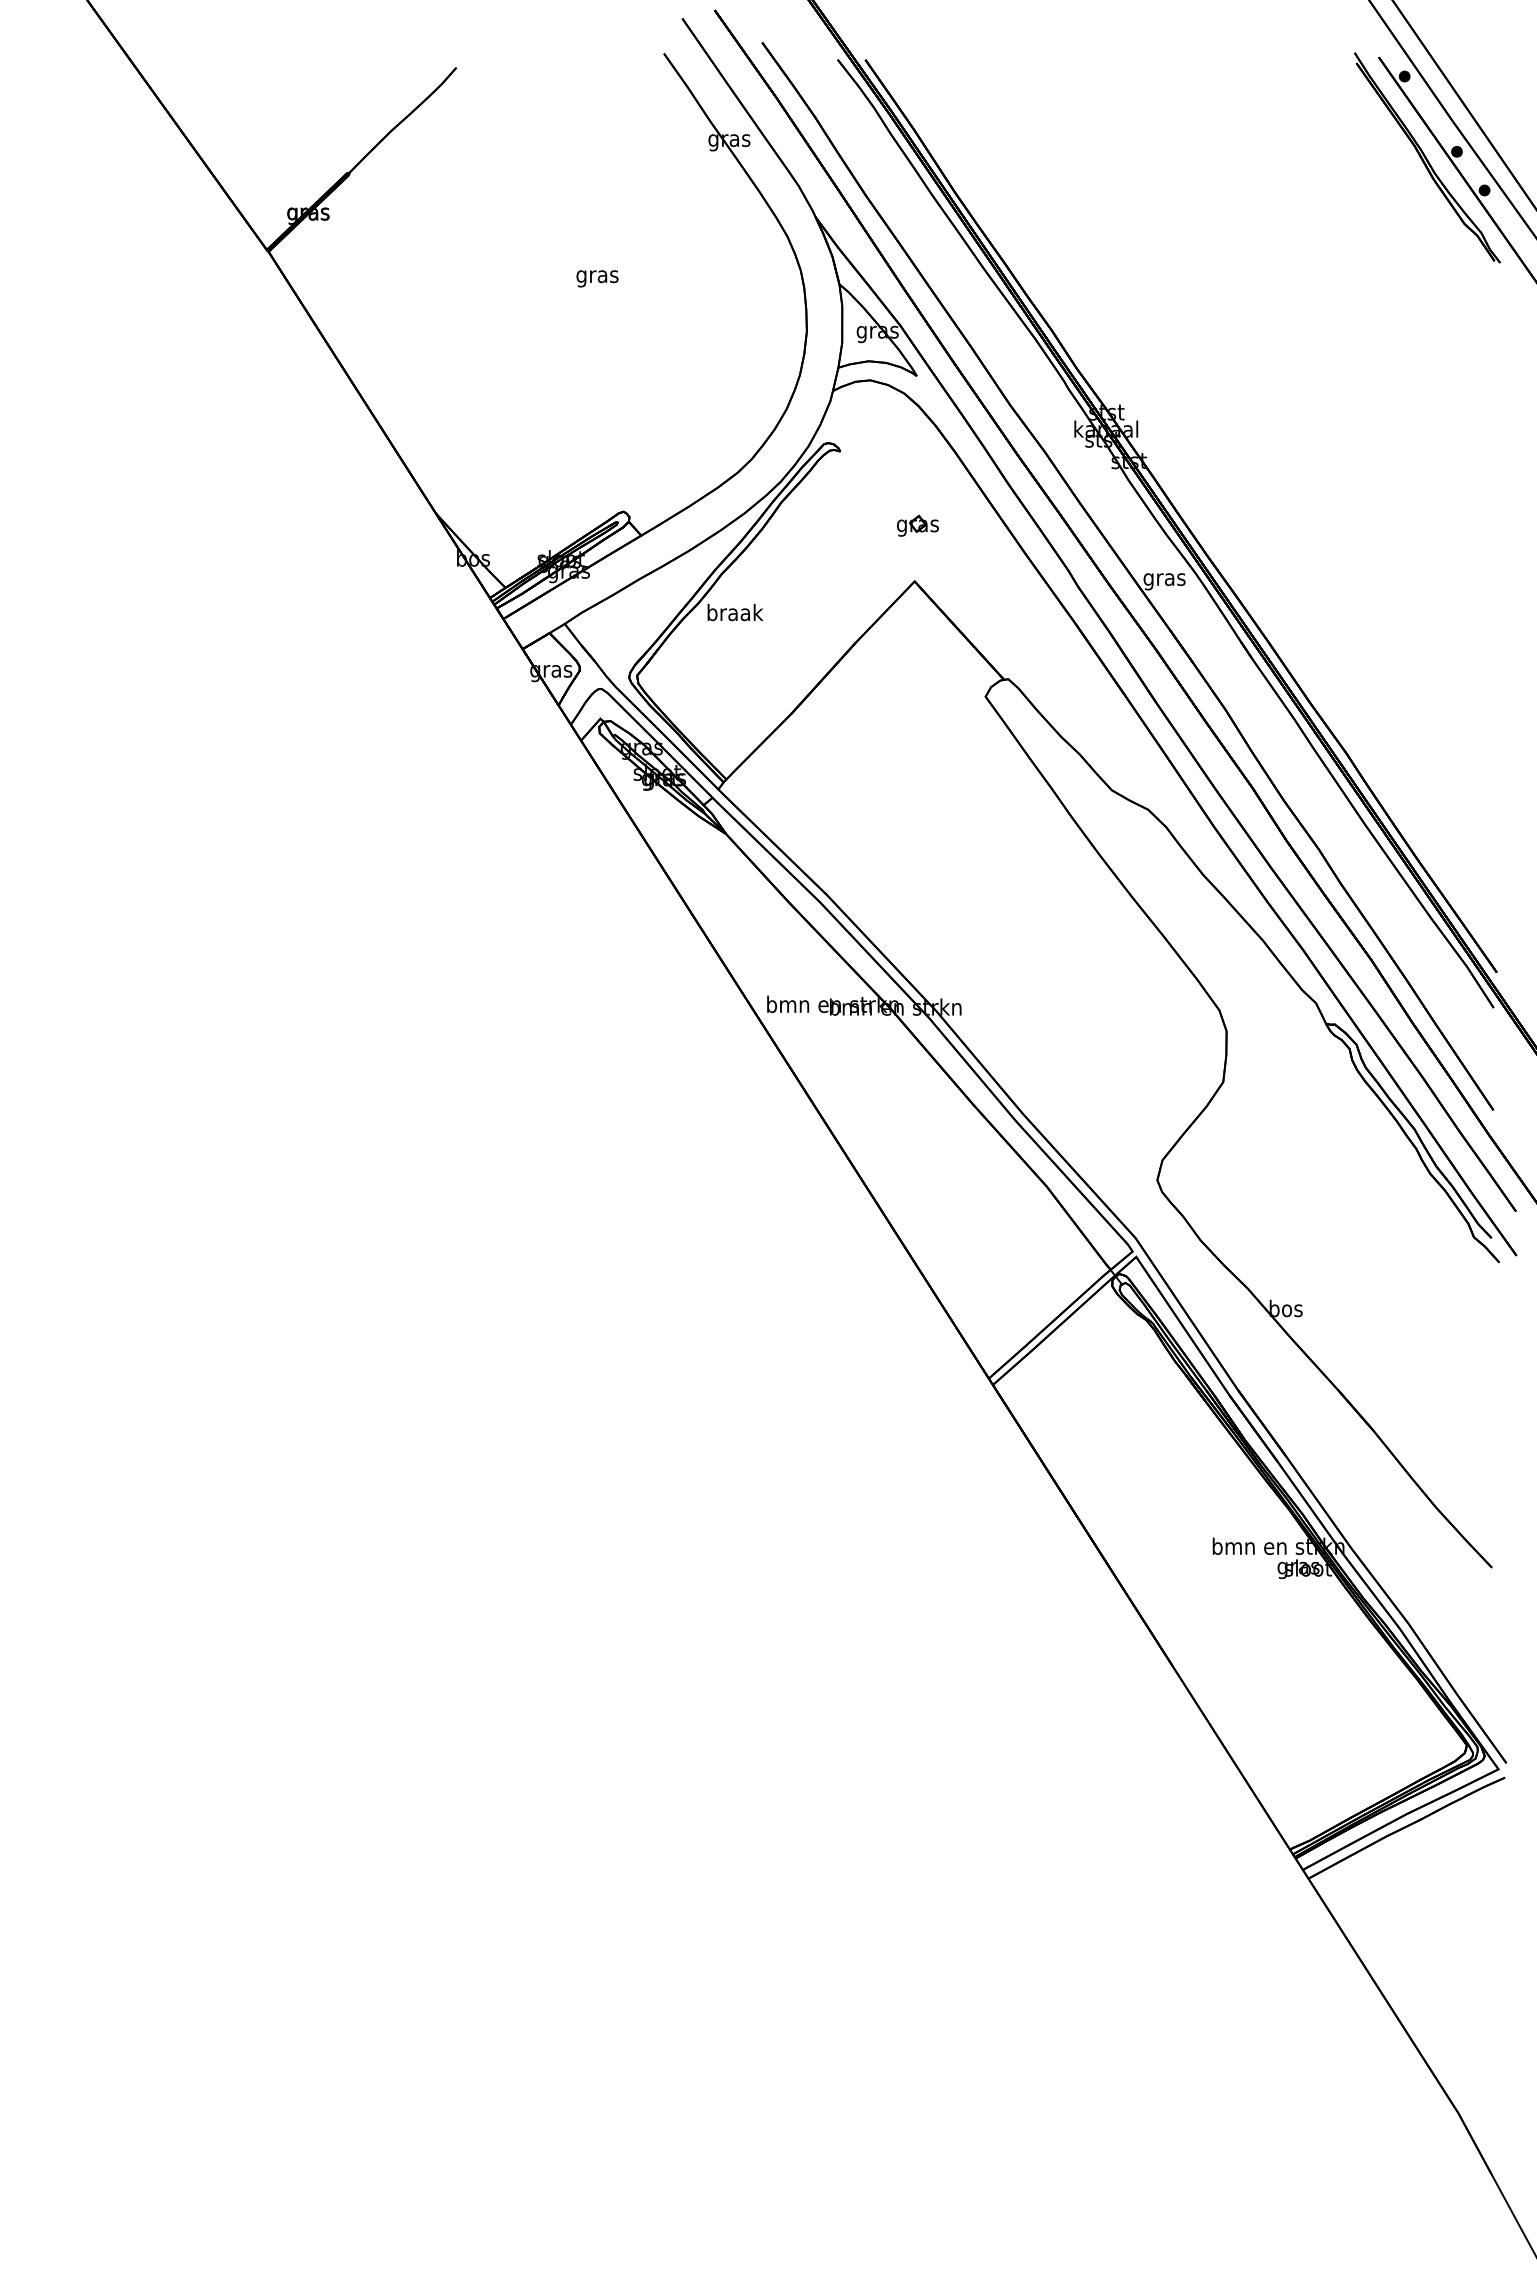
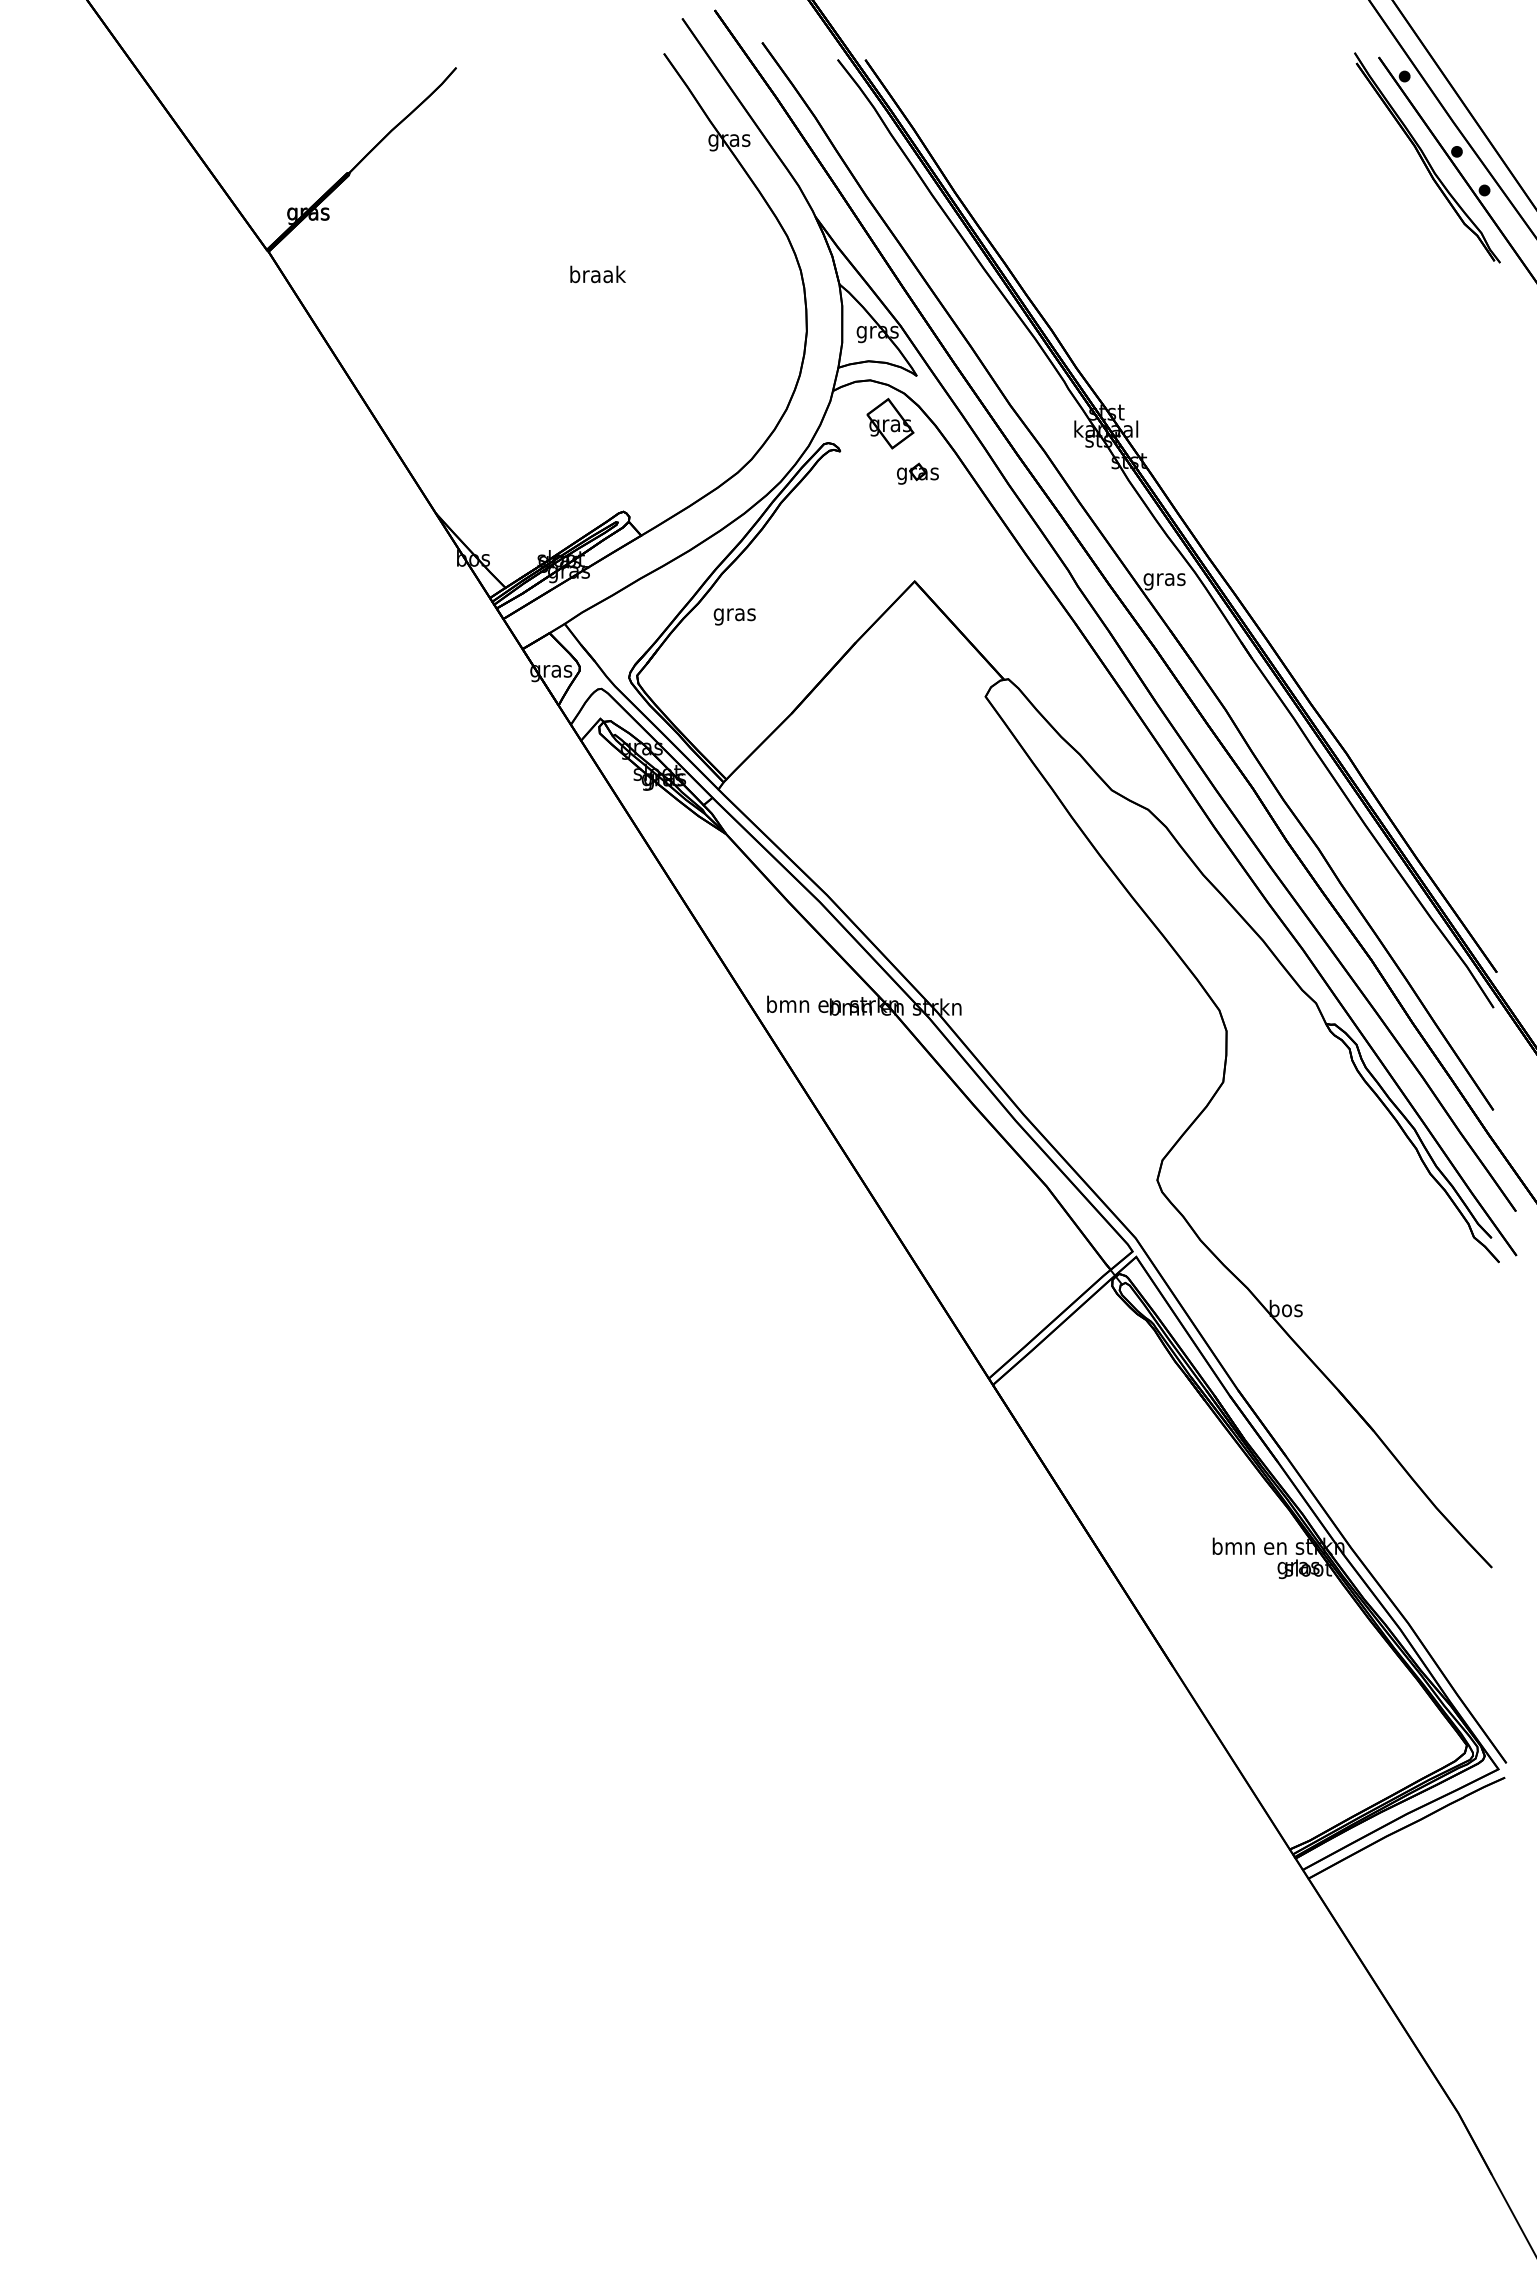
text at (597, 276): gras -> braak
part at (890, 423): none -> present
part at (917, 525) position: (917, 525) -> (917, 473)
text at (735, 614): braak -> gras
